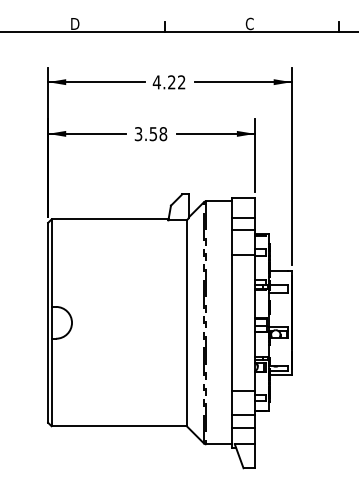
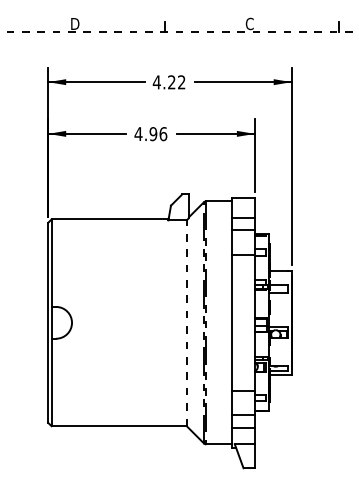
line at (179, 32): solid -> dashed
text at (150, 134): 3.58 -> 4.96
line at (186, 323): solid -> dashed
